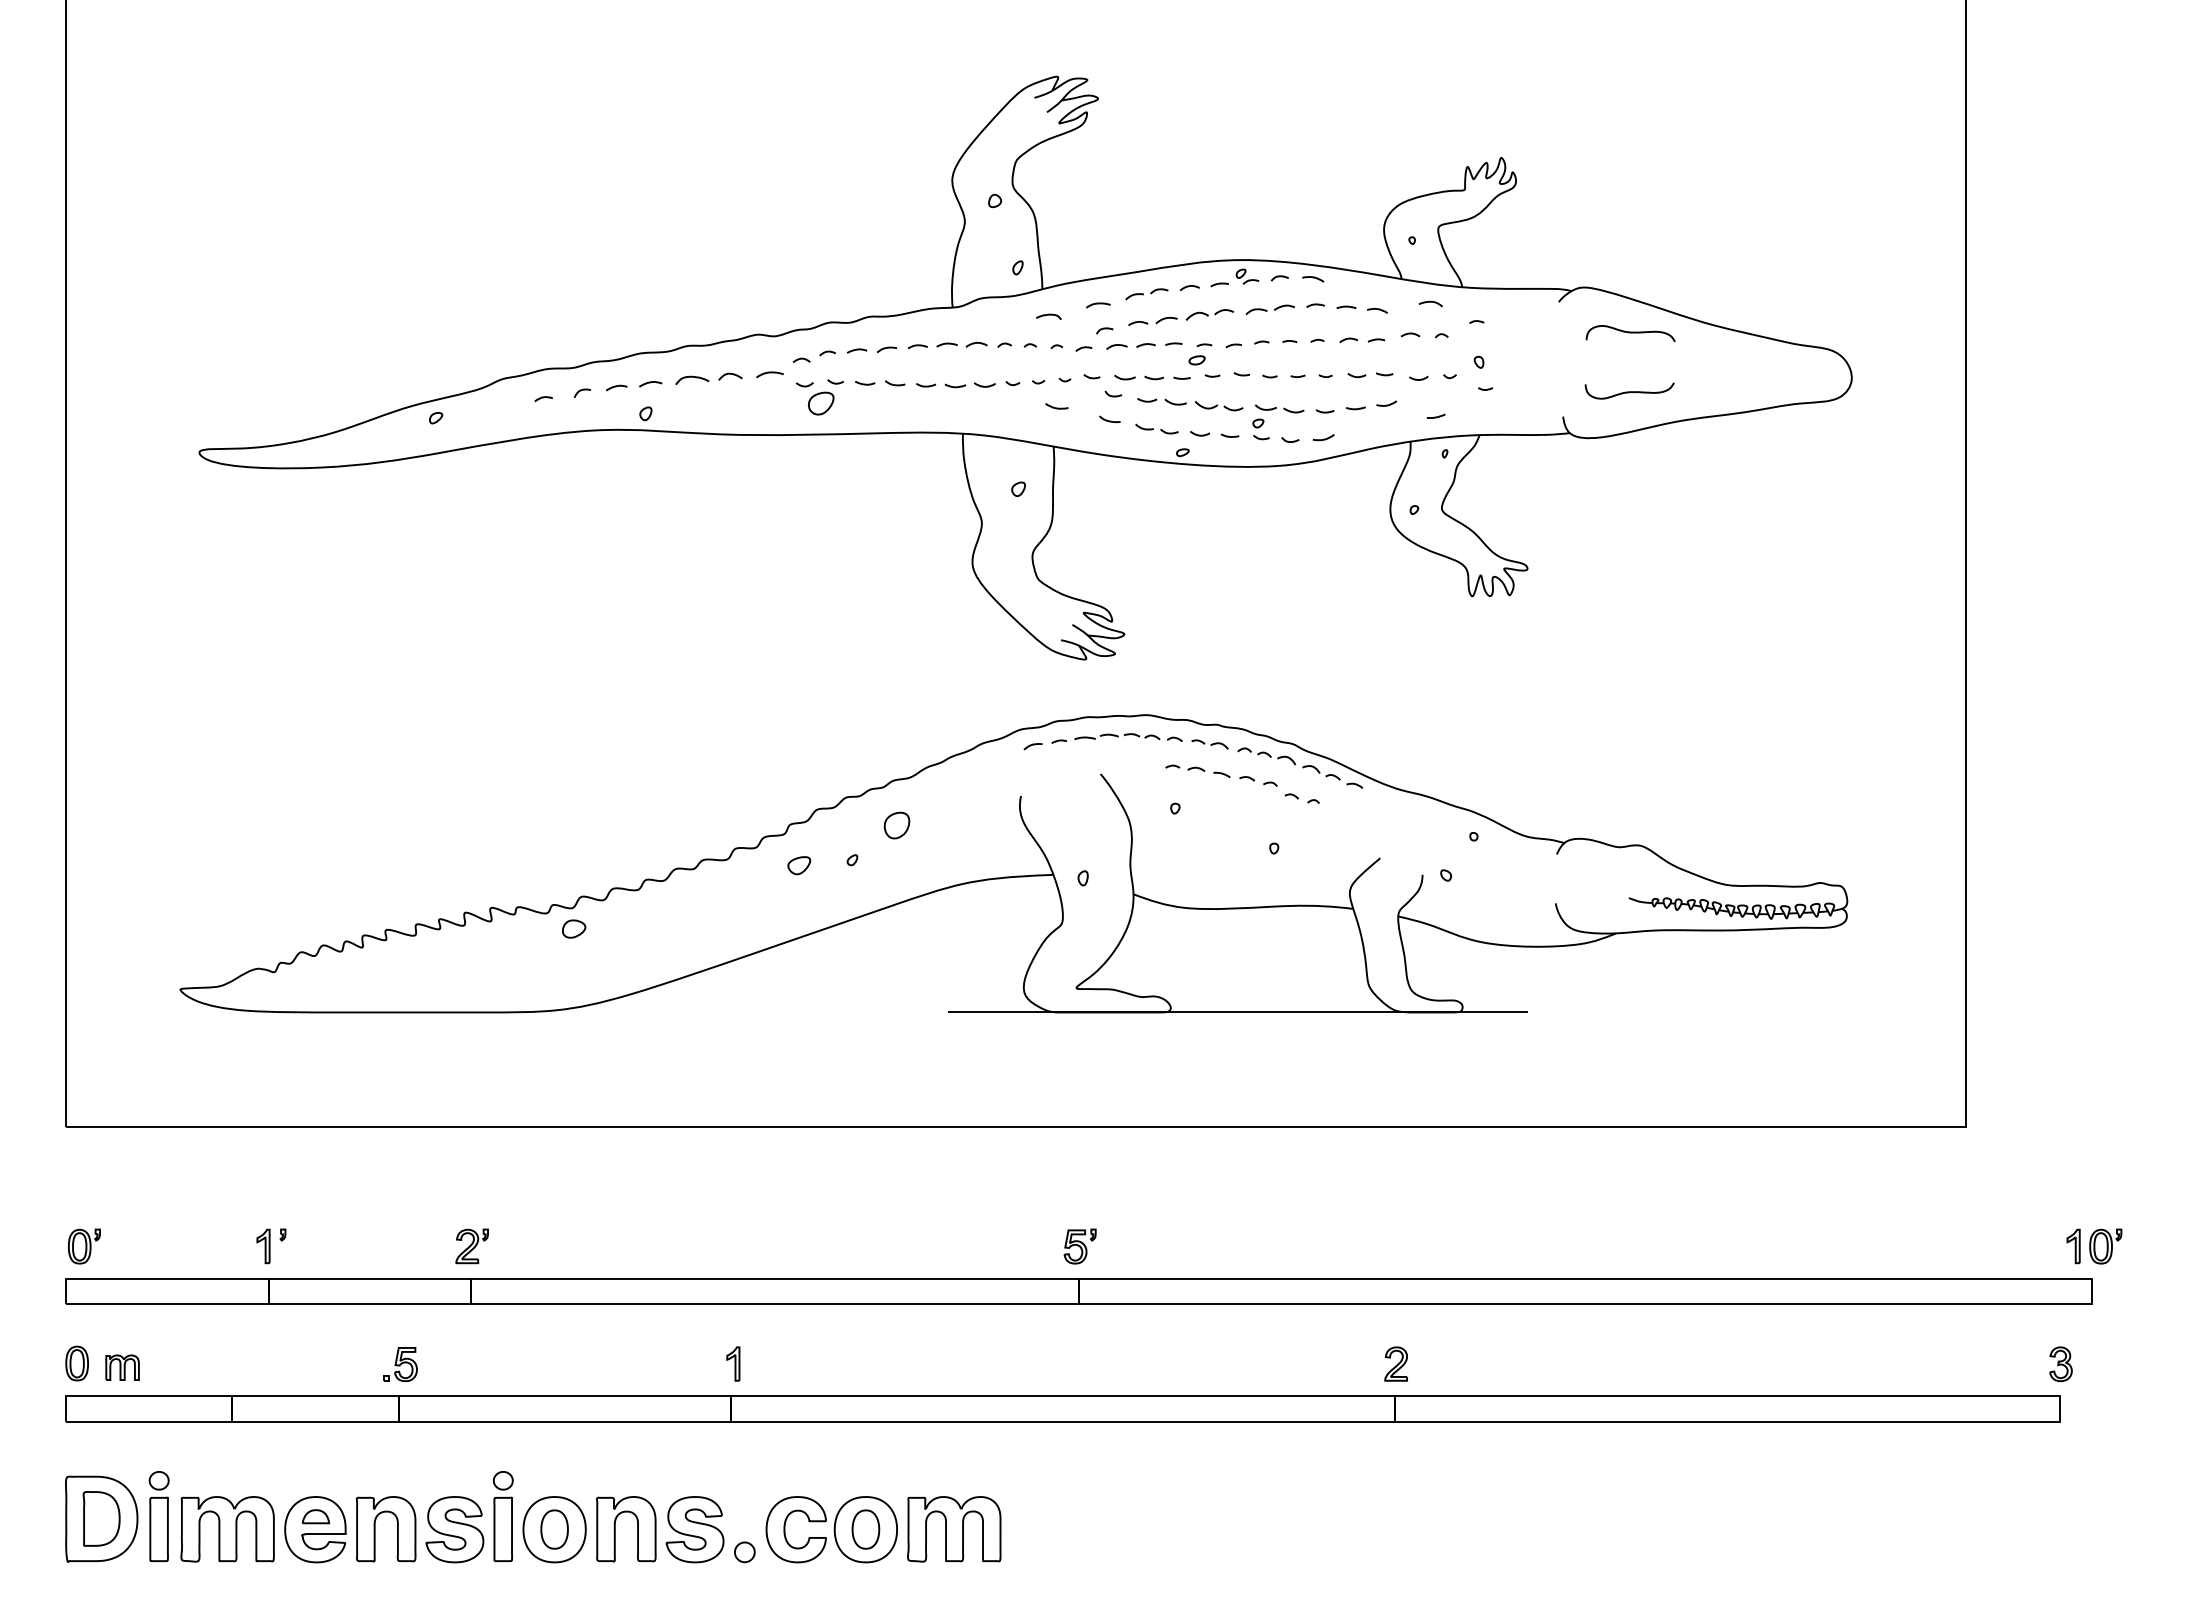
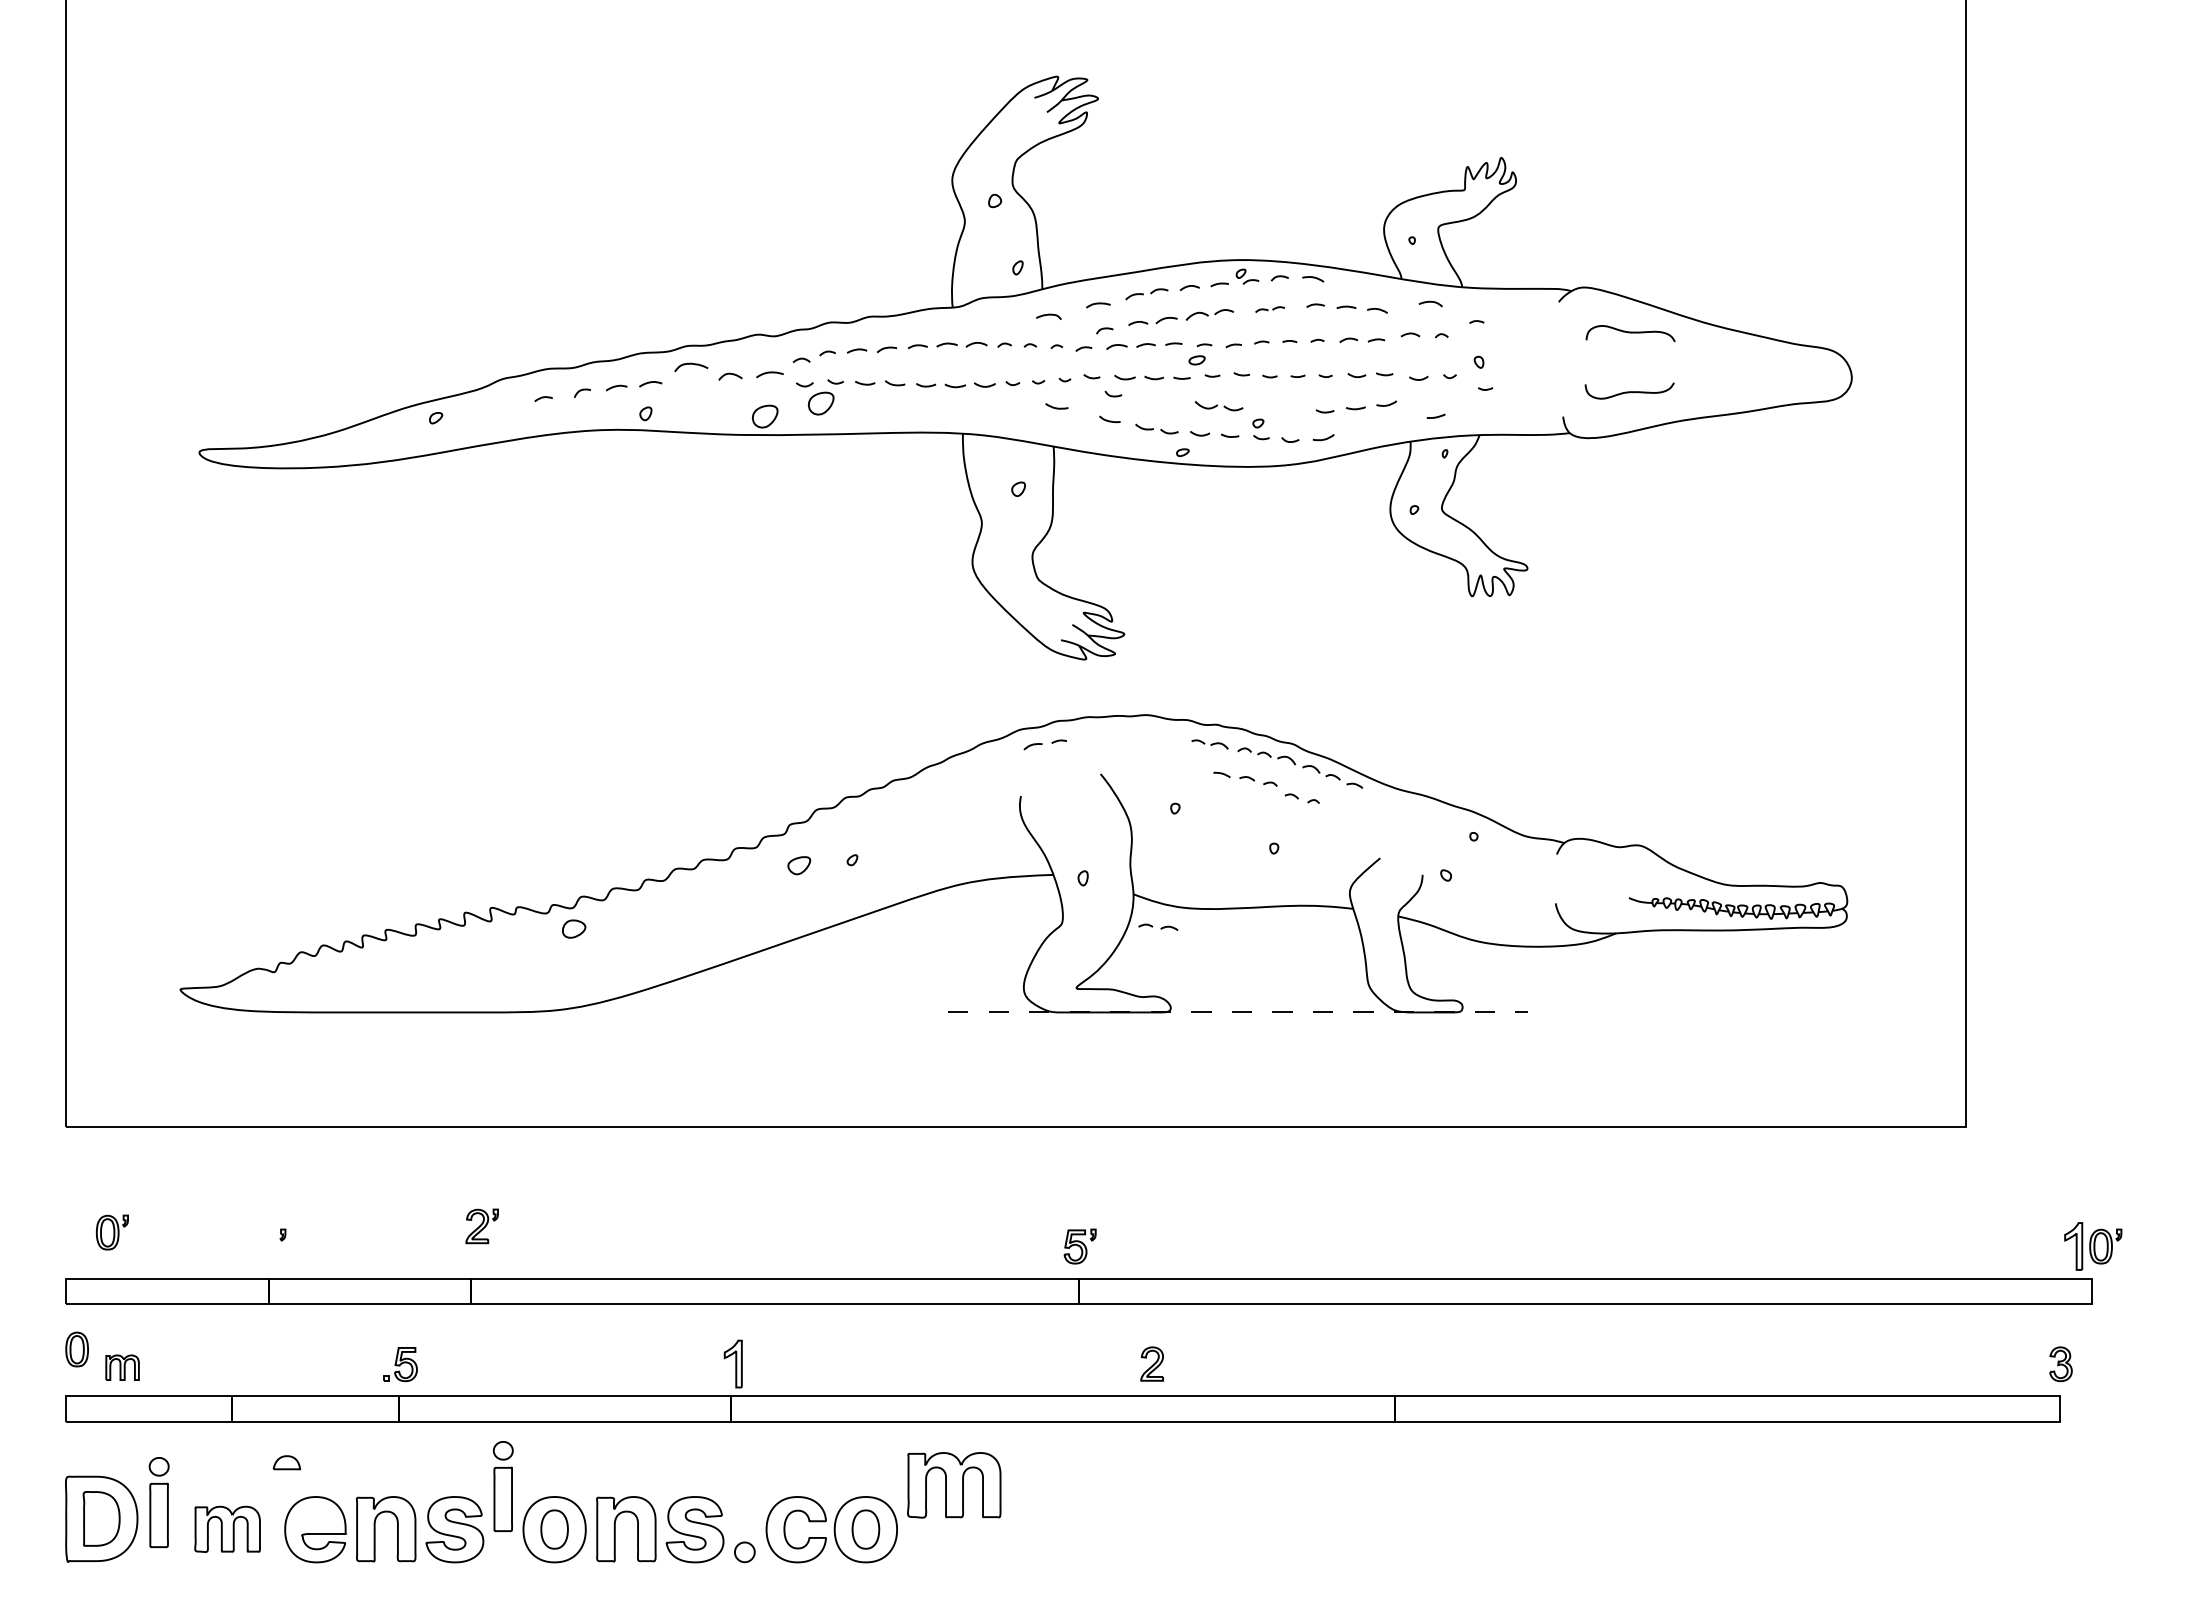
part at (1269, 309) size: 50x11 px -> 30x7 px
curve at (692, 377) position: (692, 377) -> (691, 364)
part at (1161, 401): present -> none
part at (1279, 408): present -> none
part at (764, 416): none -> present
part at (1128, 737): present -> none
part at (1185, 767) position: (1185, 767) -> (1158, 926)
part at (896, 825): present -> none
line at (1237, 1012): solid -> dashed
part at (83, 1246) position: (83, 1246) -> (111, 1232)
part at (263, 1246): present -> none
part at (471, 1246) position: (471, 1246) -> (481, 1226)
part at (2073, 1246) size: 15x37 px -> 20x49 px
part at (76, 1363) position: (76, 1363) -> (76, 1349)
part at (733, 1363) size: 15x36 px -> 20x50 px
part at (1395, 1363) position: (1395, 1363) -> (1151, 1363)
part at (158, 1516) position: (158, 1516) -> (158, 1502)
part at (315, 1516) position: (315, 1516) -> (286, 1462)
part at (502, 1516) position: (502, 1516) -> (502, 1486)
part at (227, 1529) size: 95x67 px -> 67x48 px
part at (954, 1529) position: (954, 1529) -> (954, 1485)
